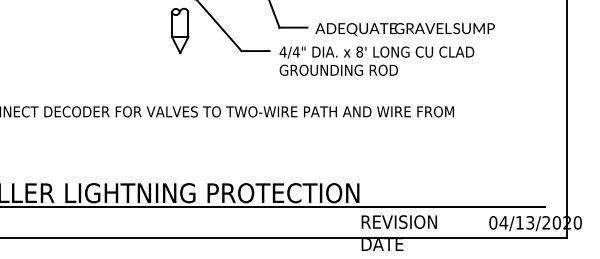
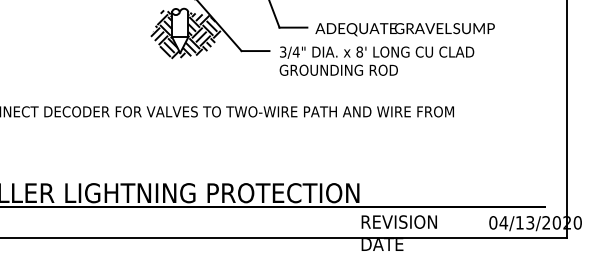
hatch at (185, 34): none -> present
text at (282, 51): 4/4" -> 3/4"
